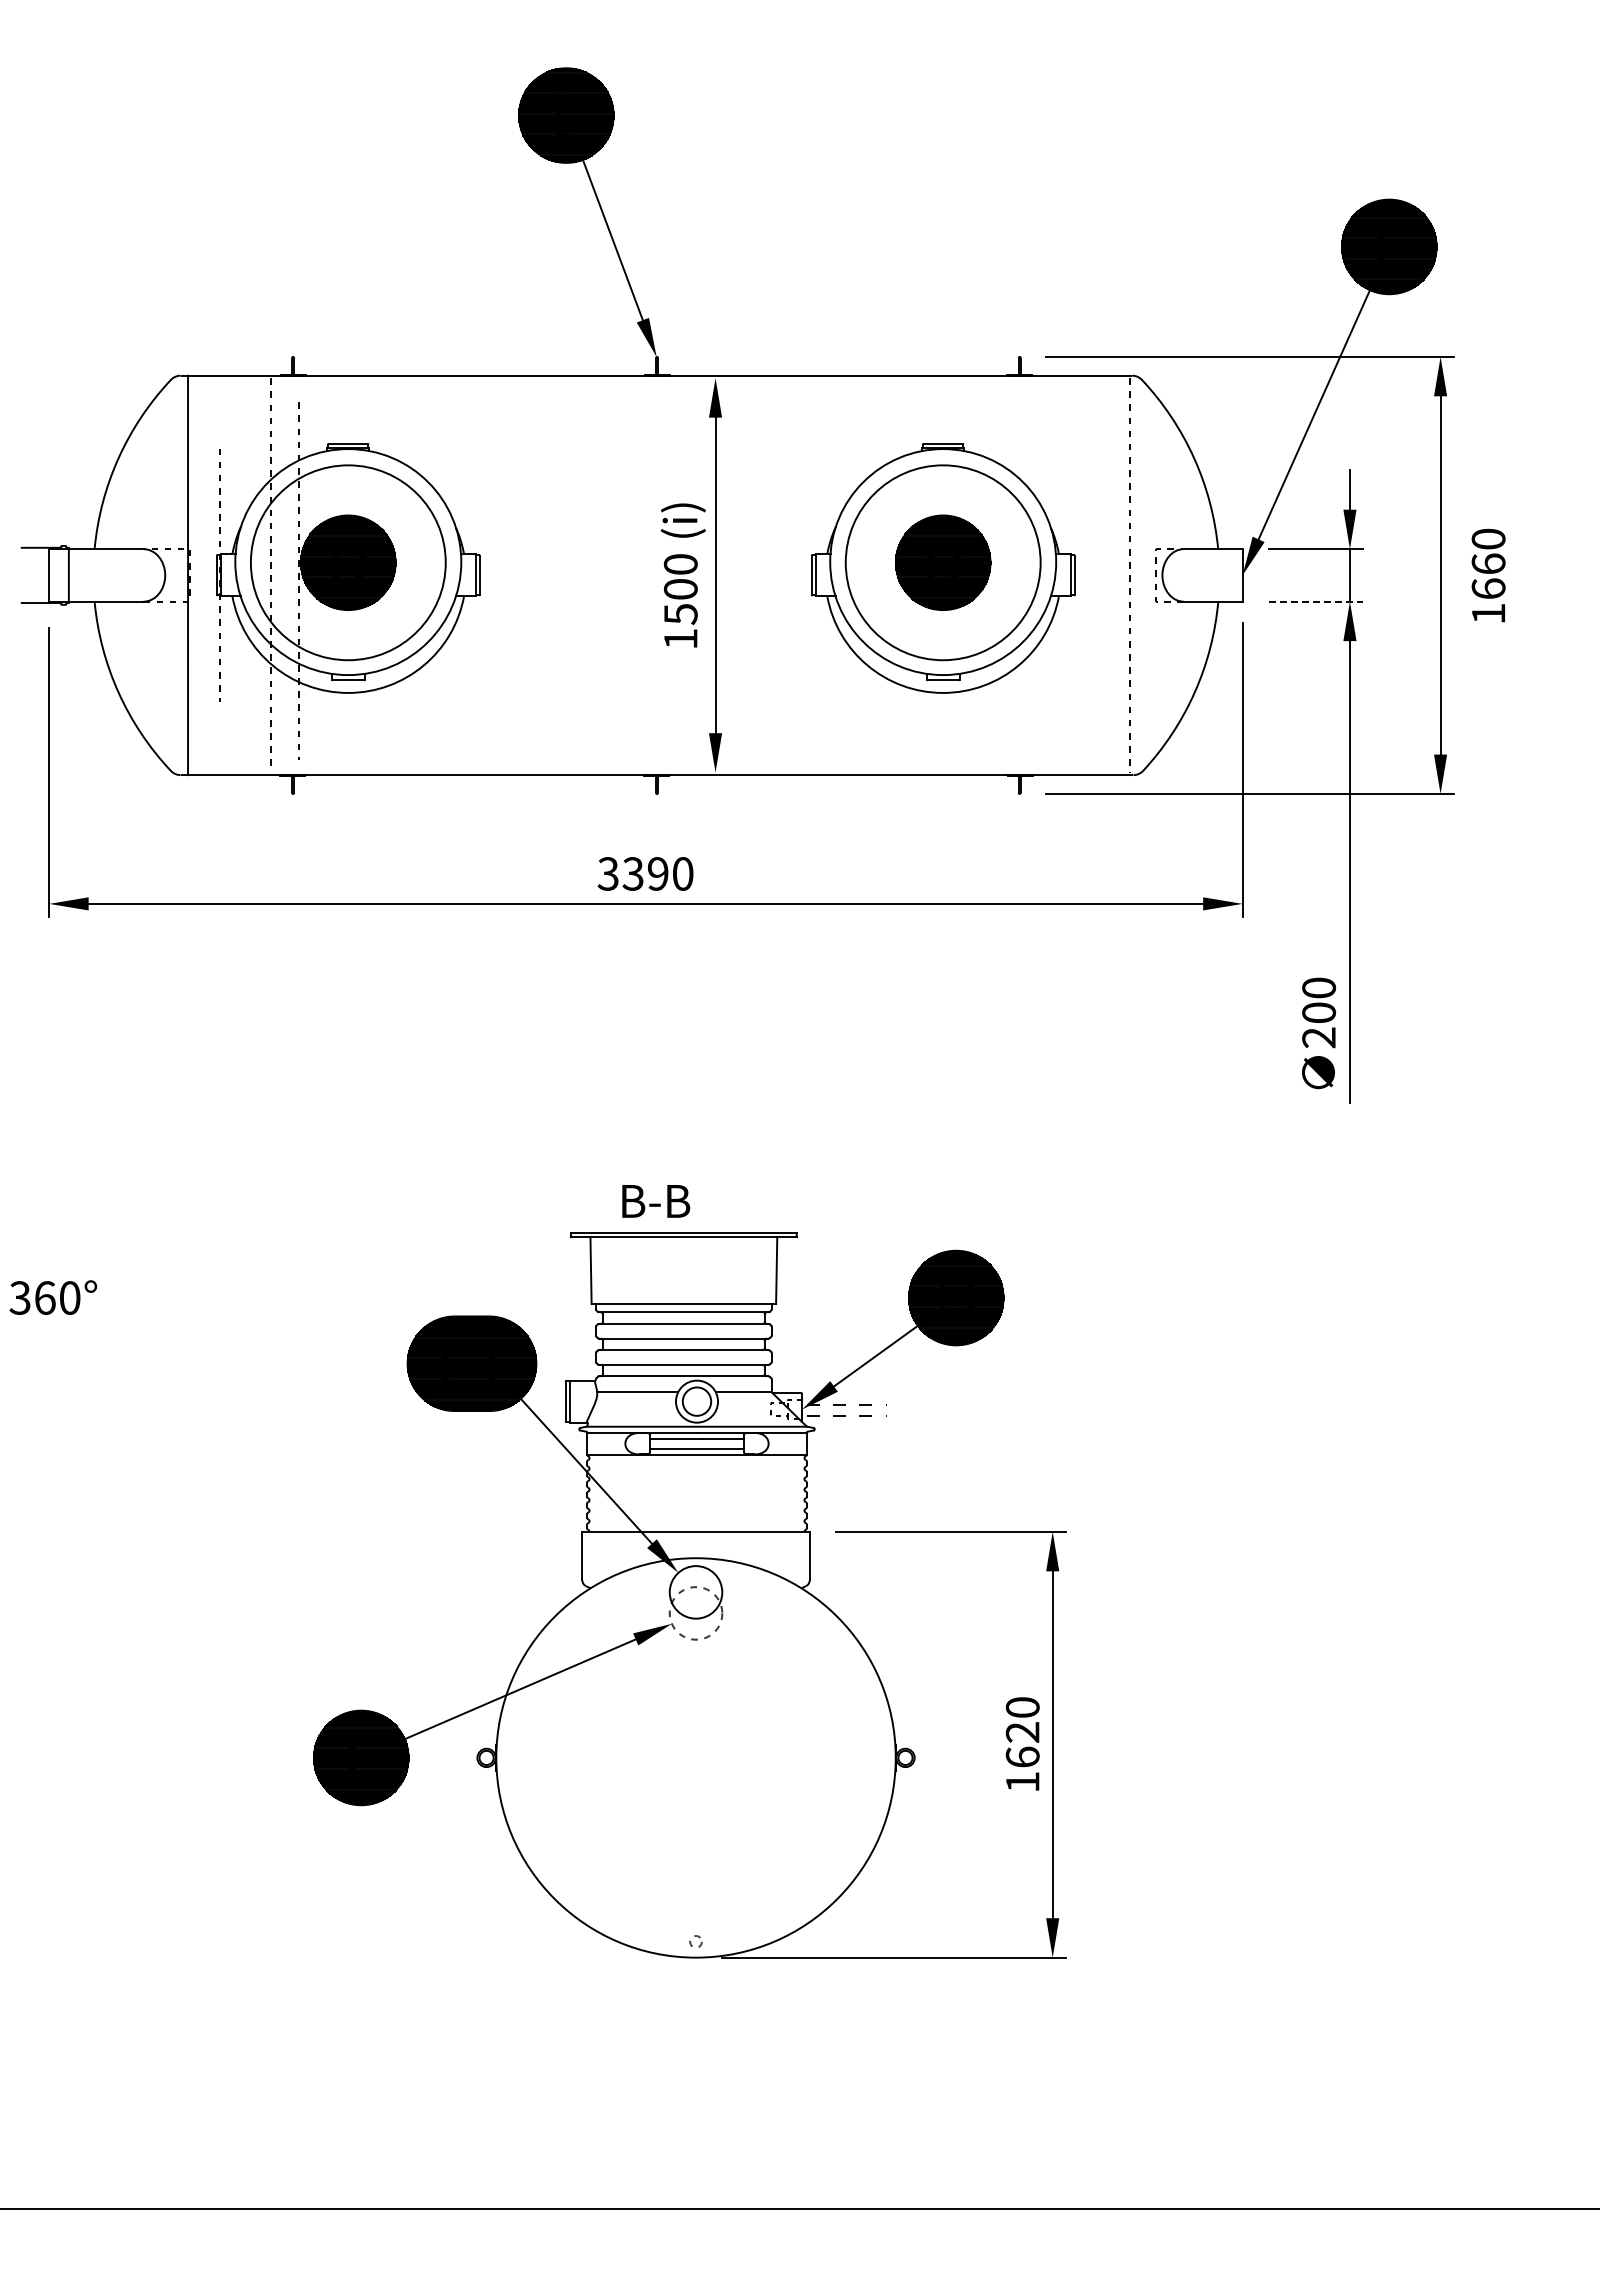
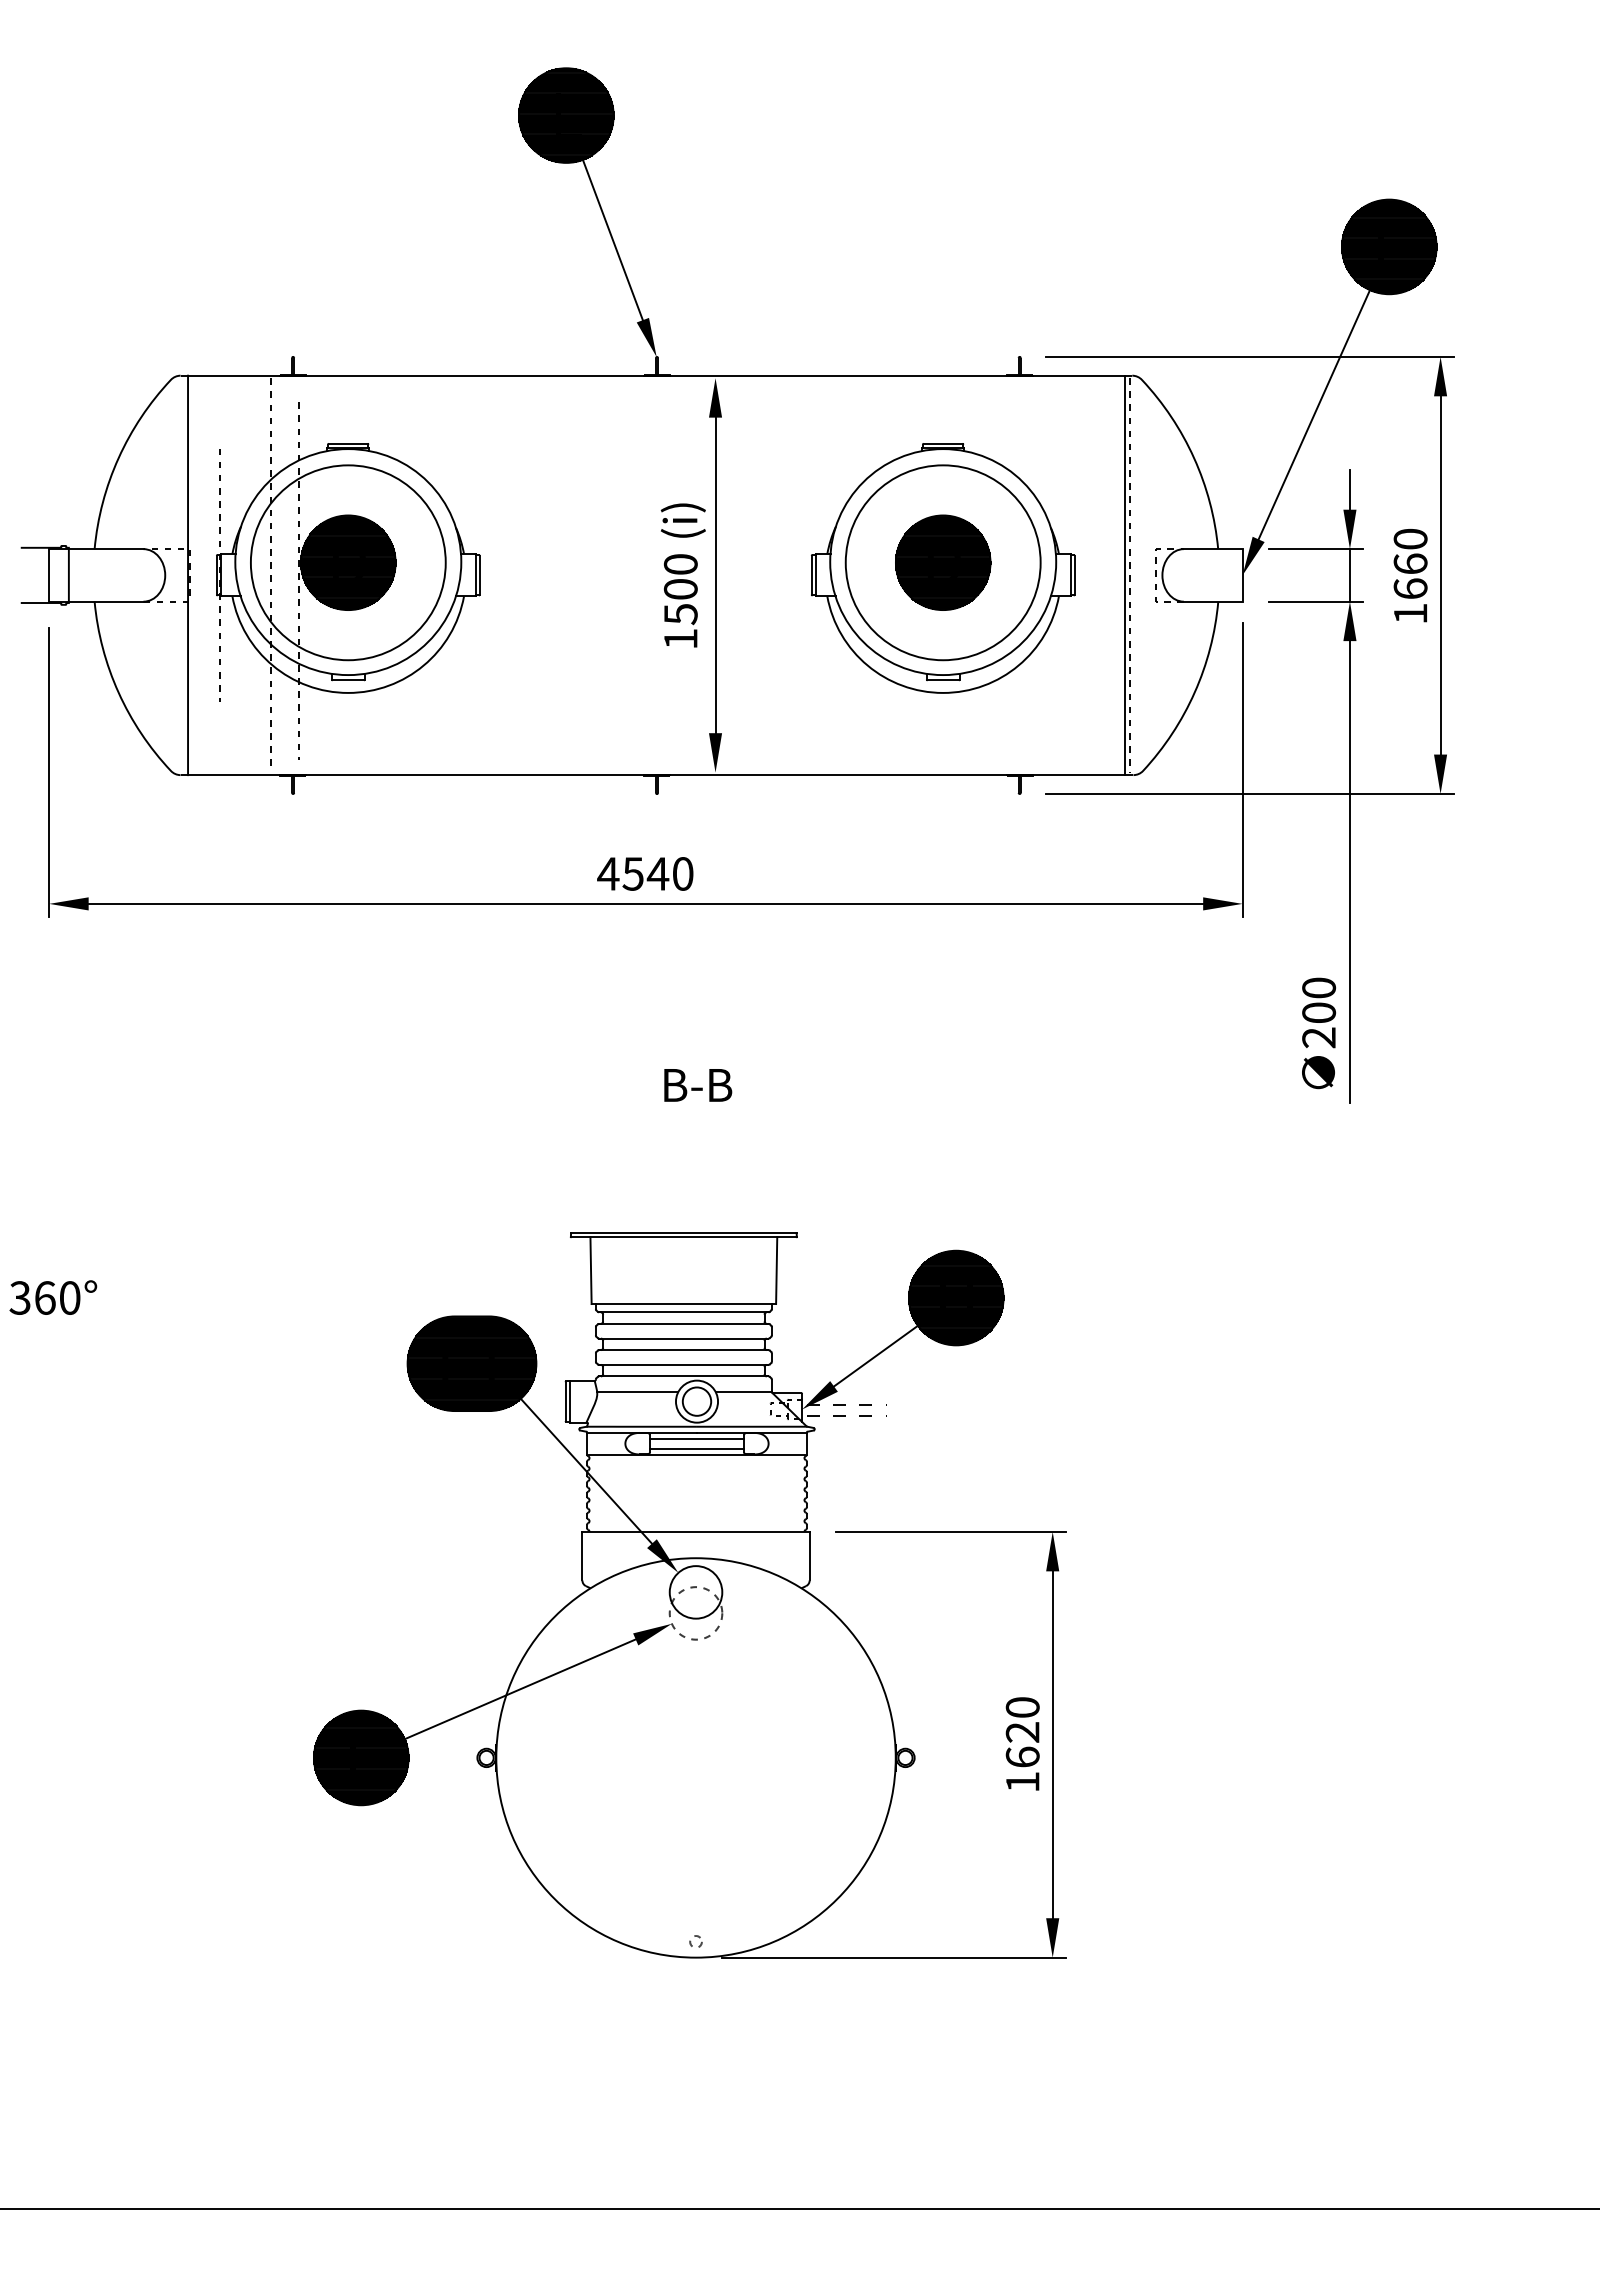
line at (1124, 575): none -> present
text at (1488, 575) position: (1488, 575) -> (1410, 575)
line at (1316, 601): dashed -> solid
text at (633, 873): 3390 -> 4540
text at (656, 1201) position: (656, 1201) -> (698, 1085)
